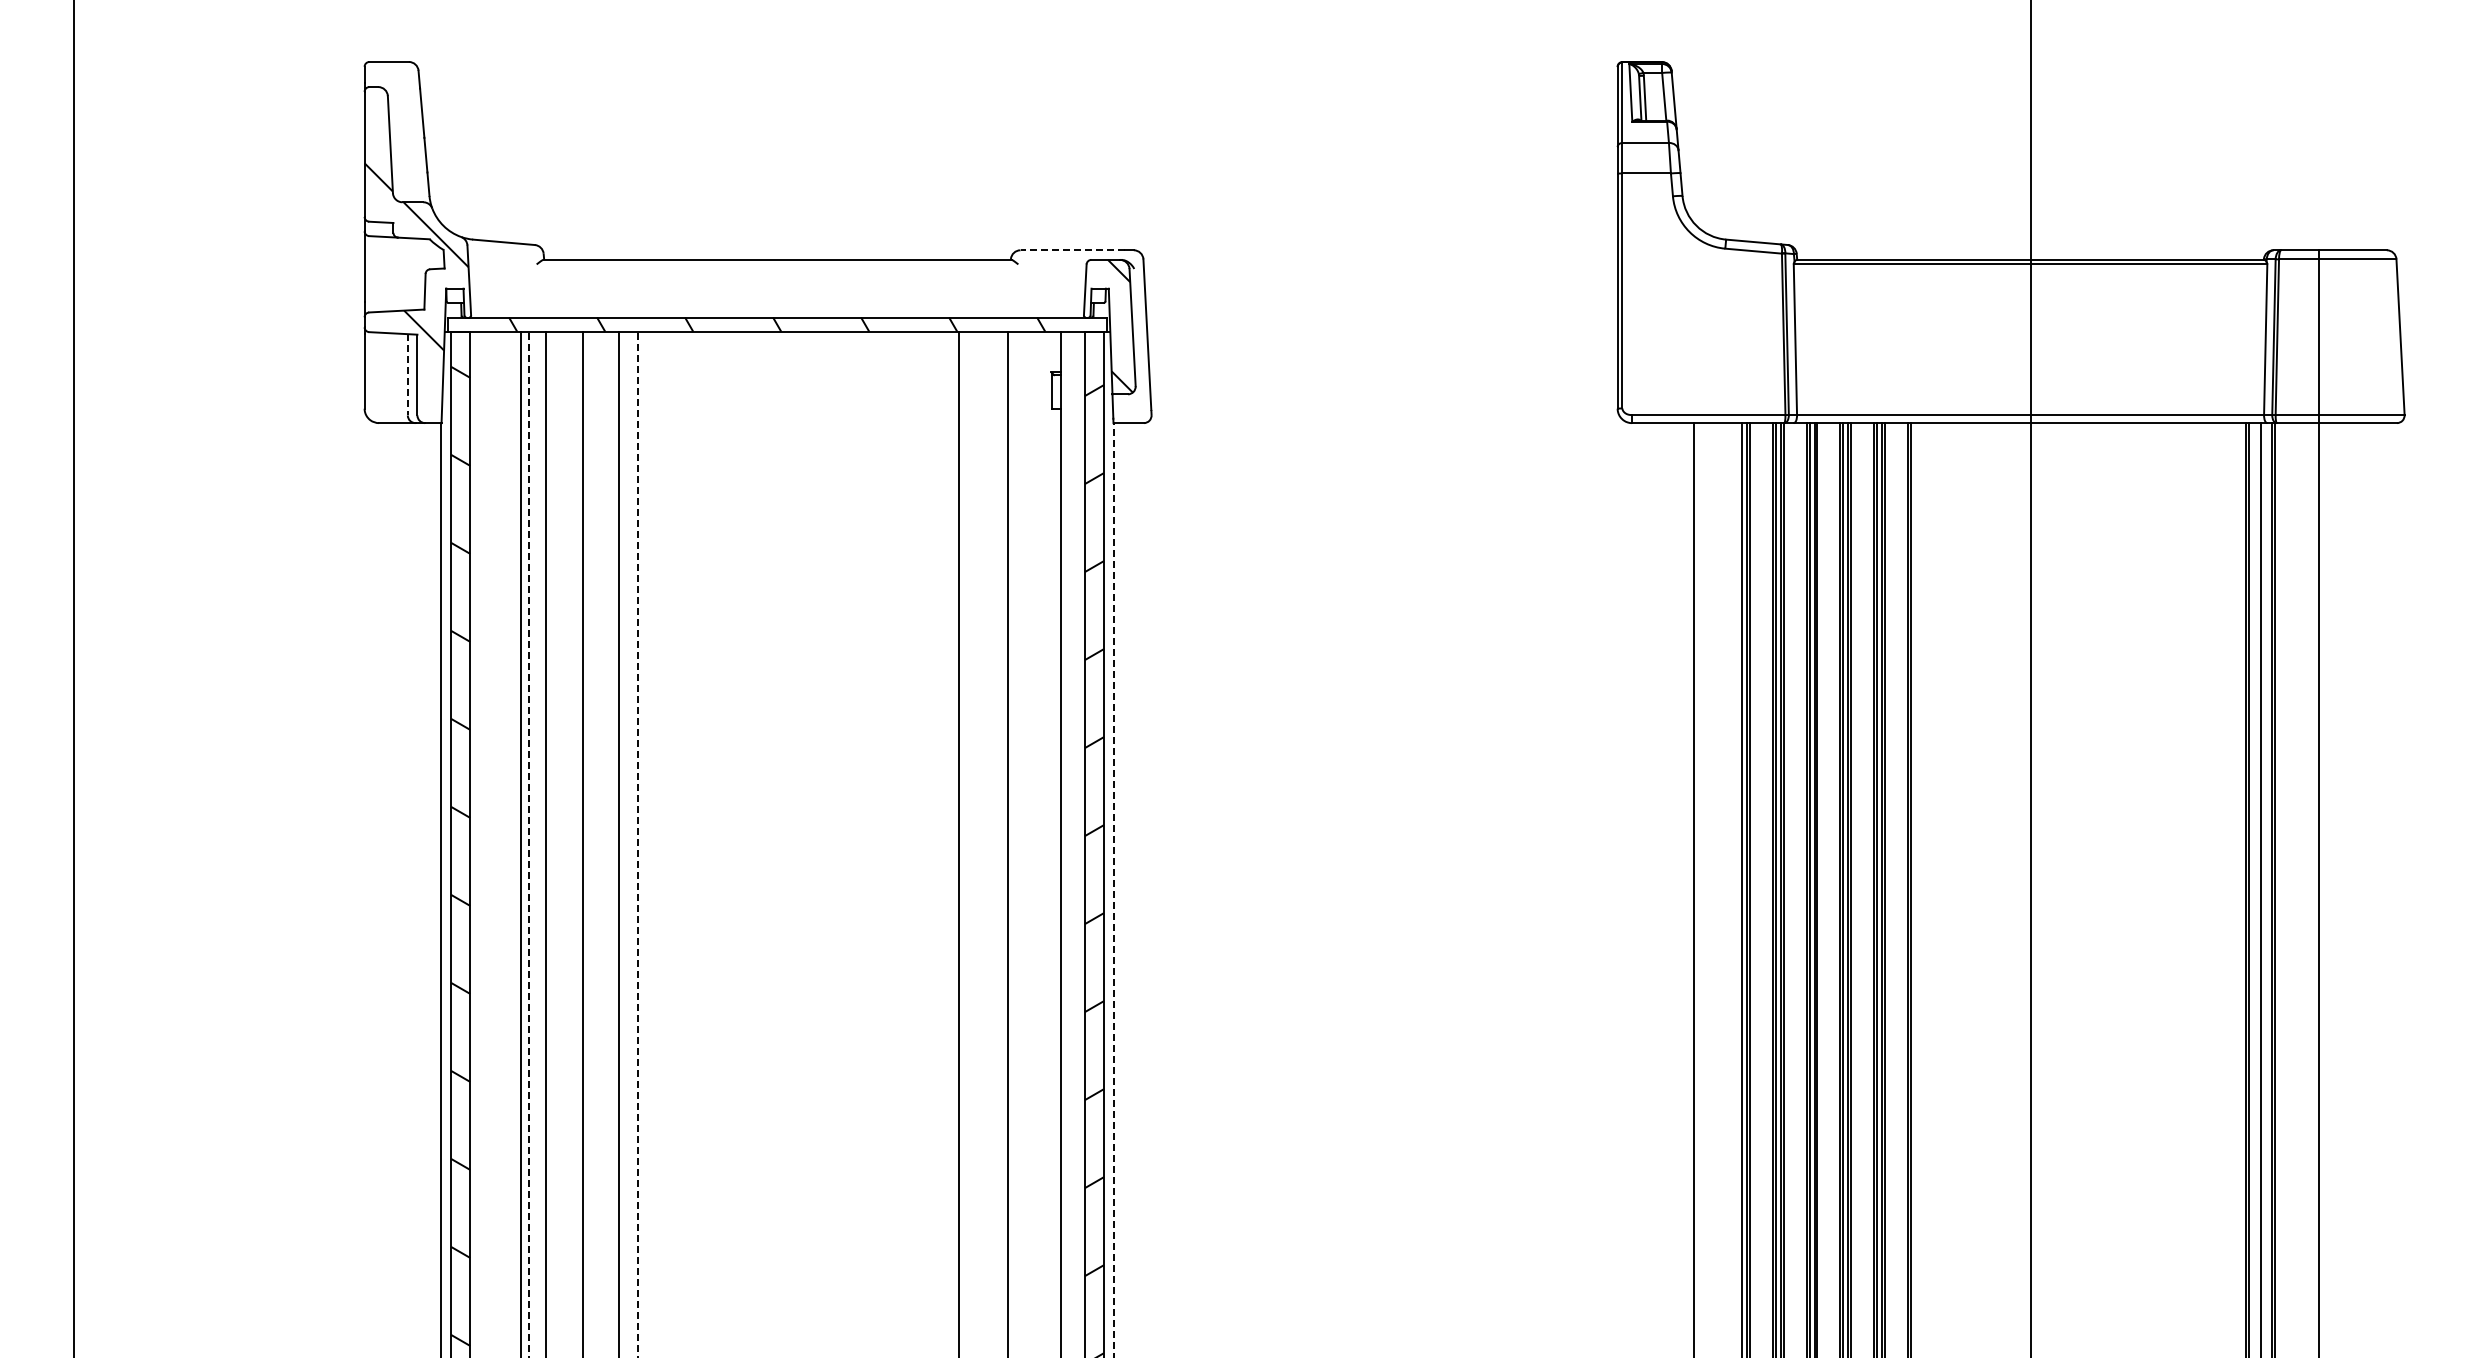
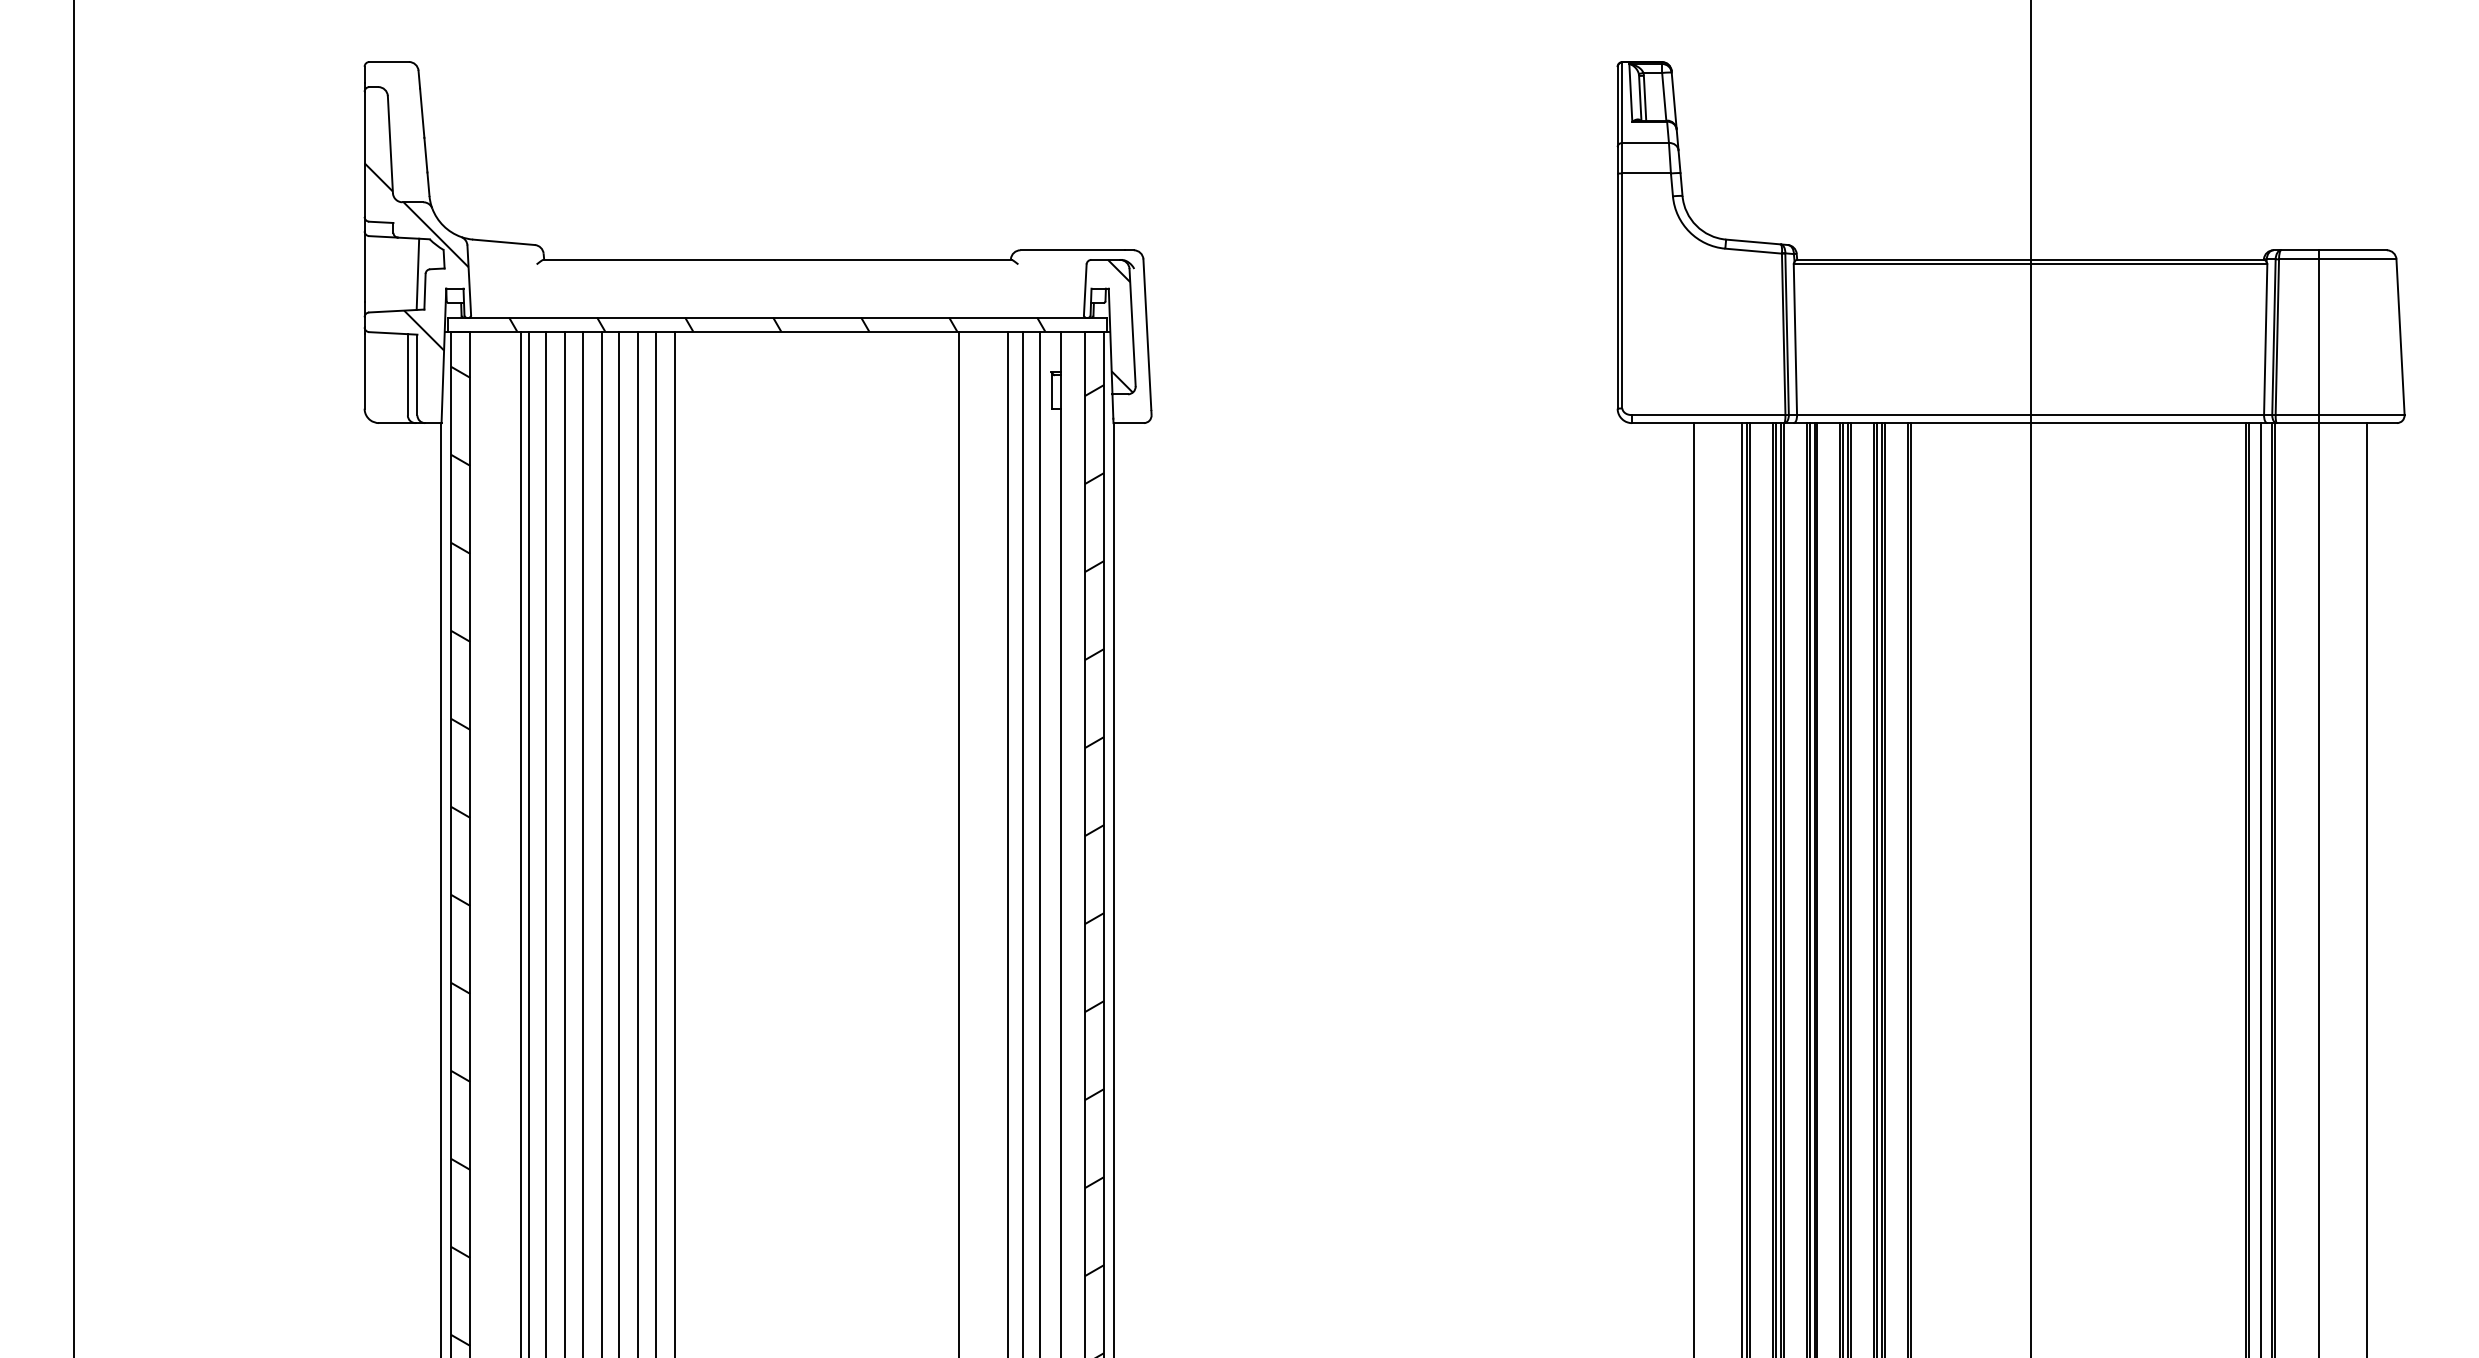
line at (1072, 250): dashed -> solid
line at (417, 273): none -> present
line at (407, 374): dashed -> solid
line at (565, 842): none -> present
line at (601, 842): none -> present
line at (655, 842): none -> present
line at (674, 842): none -> present
line at (1022, 842): none -> present
line at (1040, 842): none -> present
line at (528, 844): dashed -> solid
line at (638, 844): dashed -> solid
line at (2366, 888): none -> present
line at (1113, 890): dashed -> solid
